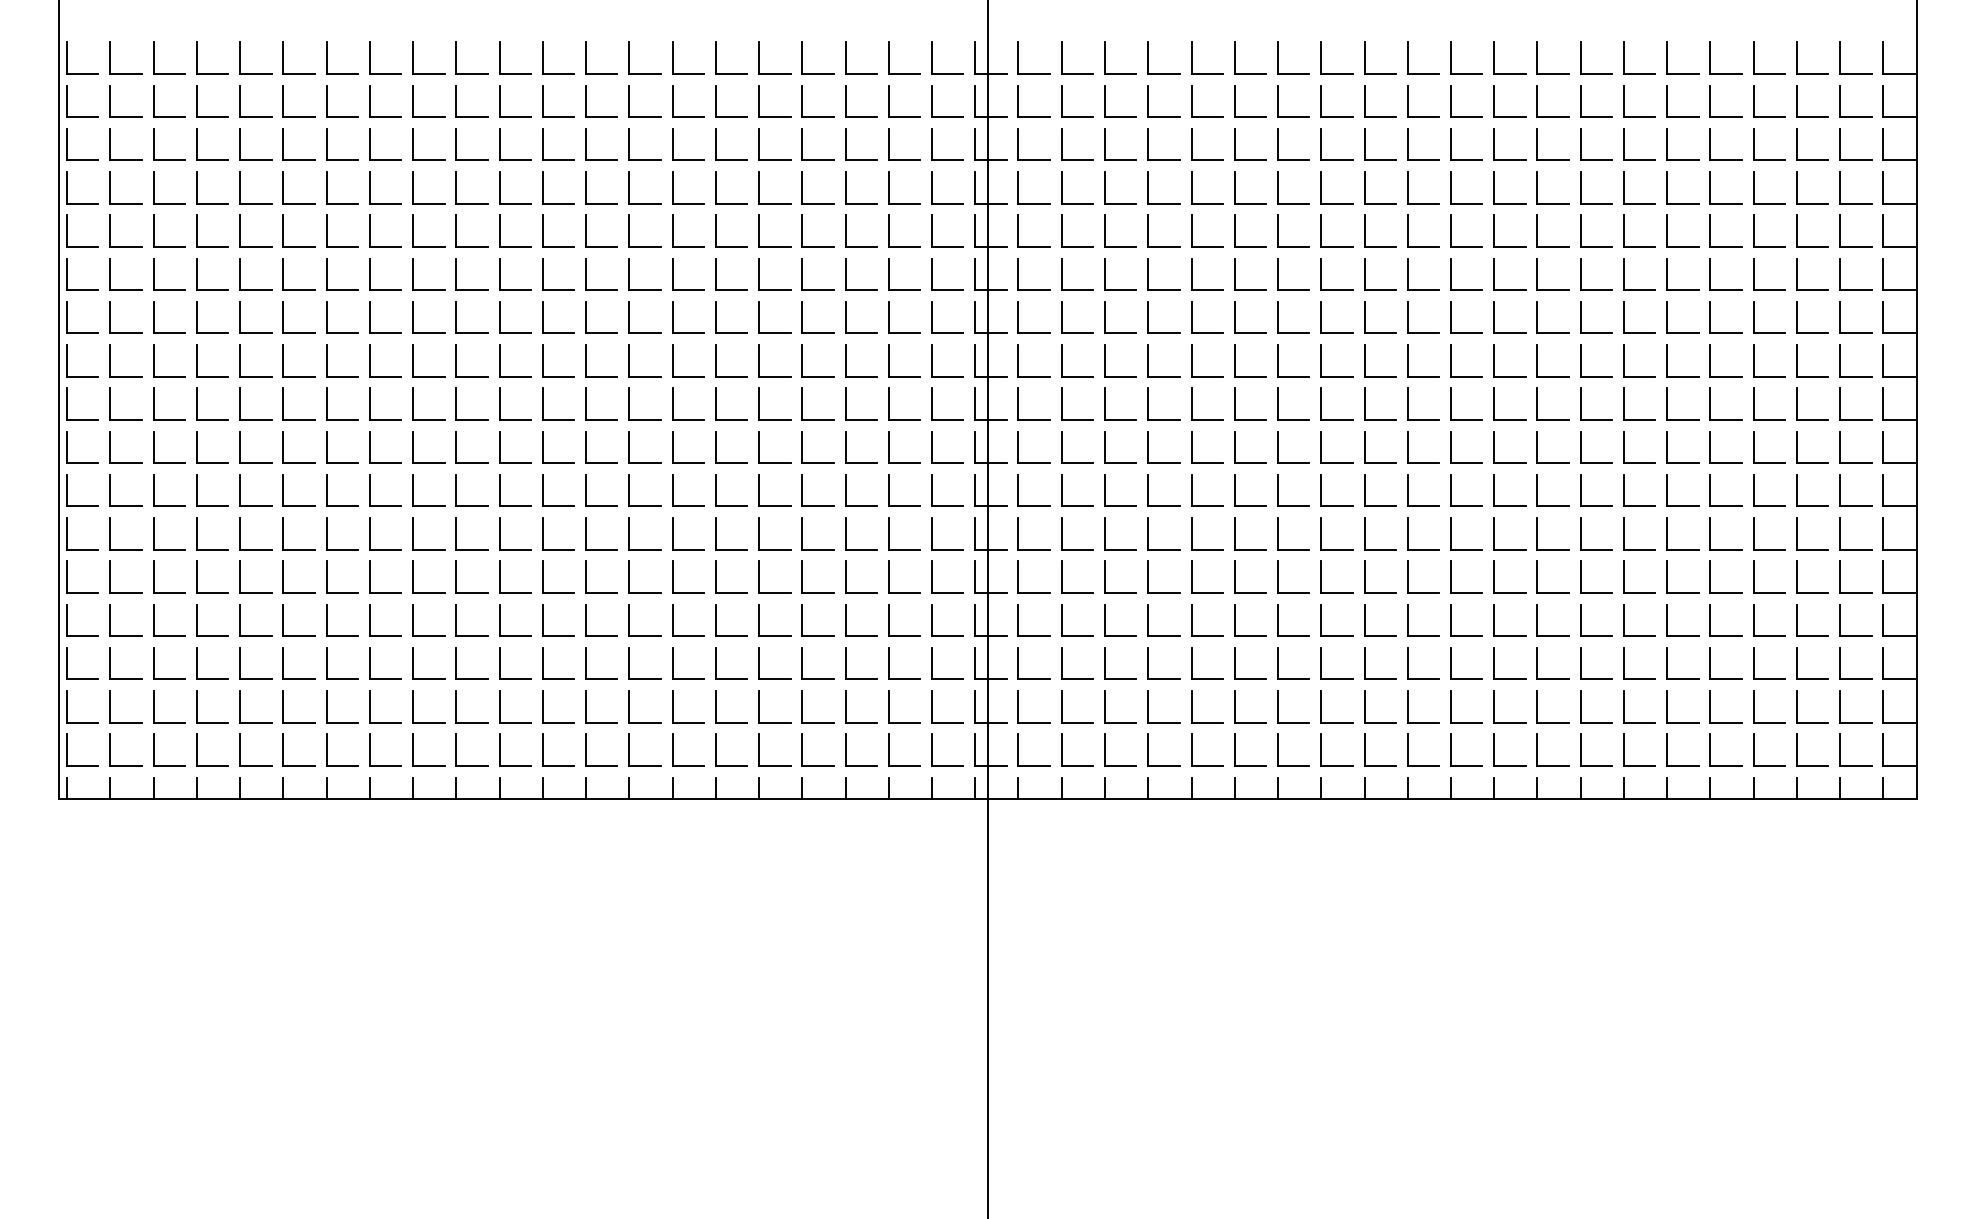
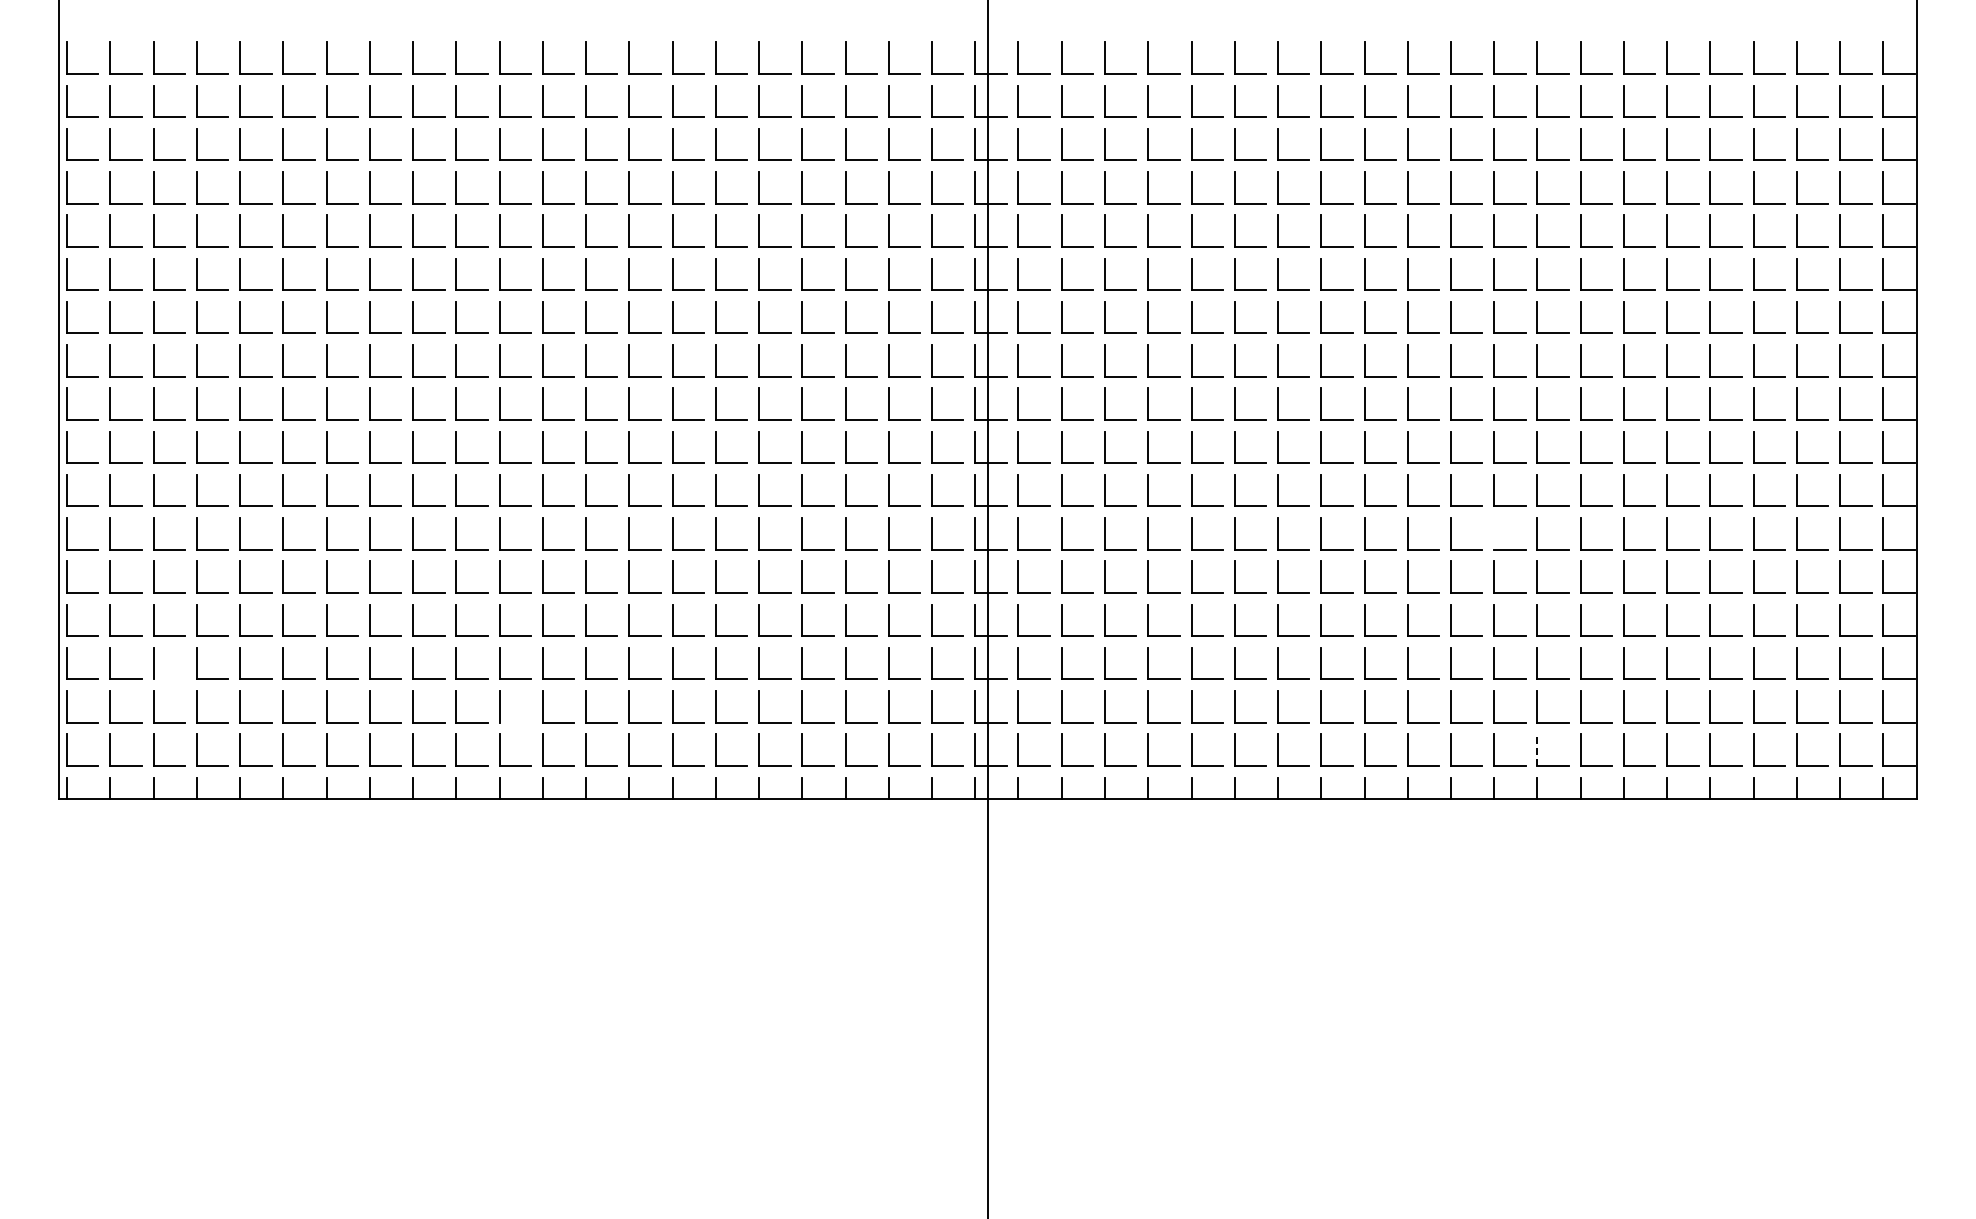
line at (1494, 533): present -> none
line at (169, 679): present -> none
line at (515, 722): present -> none
line at (1537, 750): solid -> dashed
